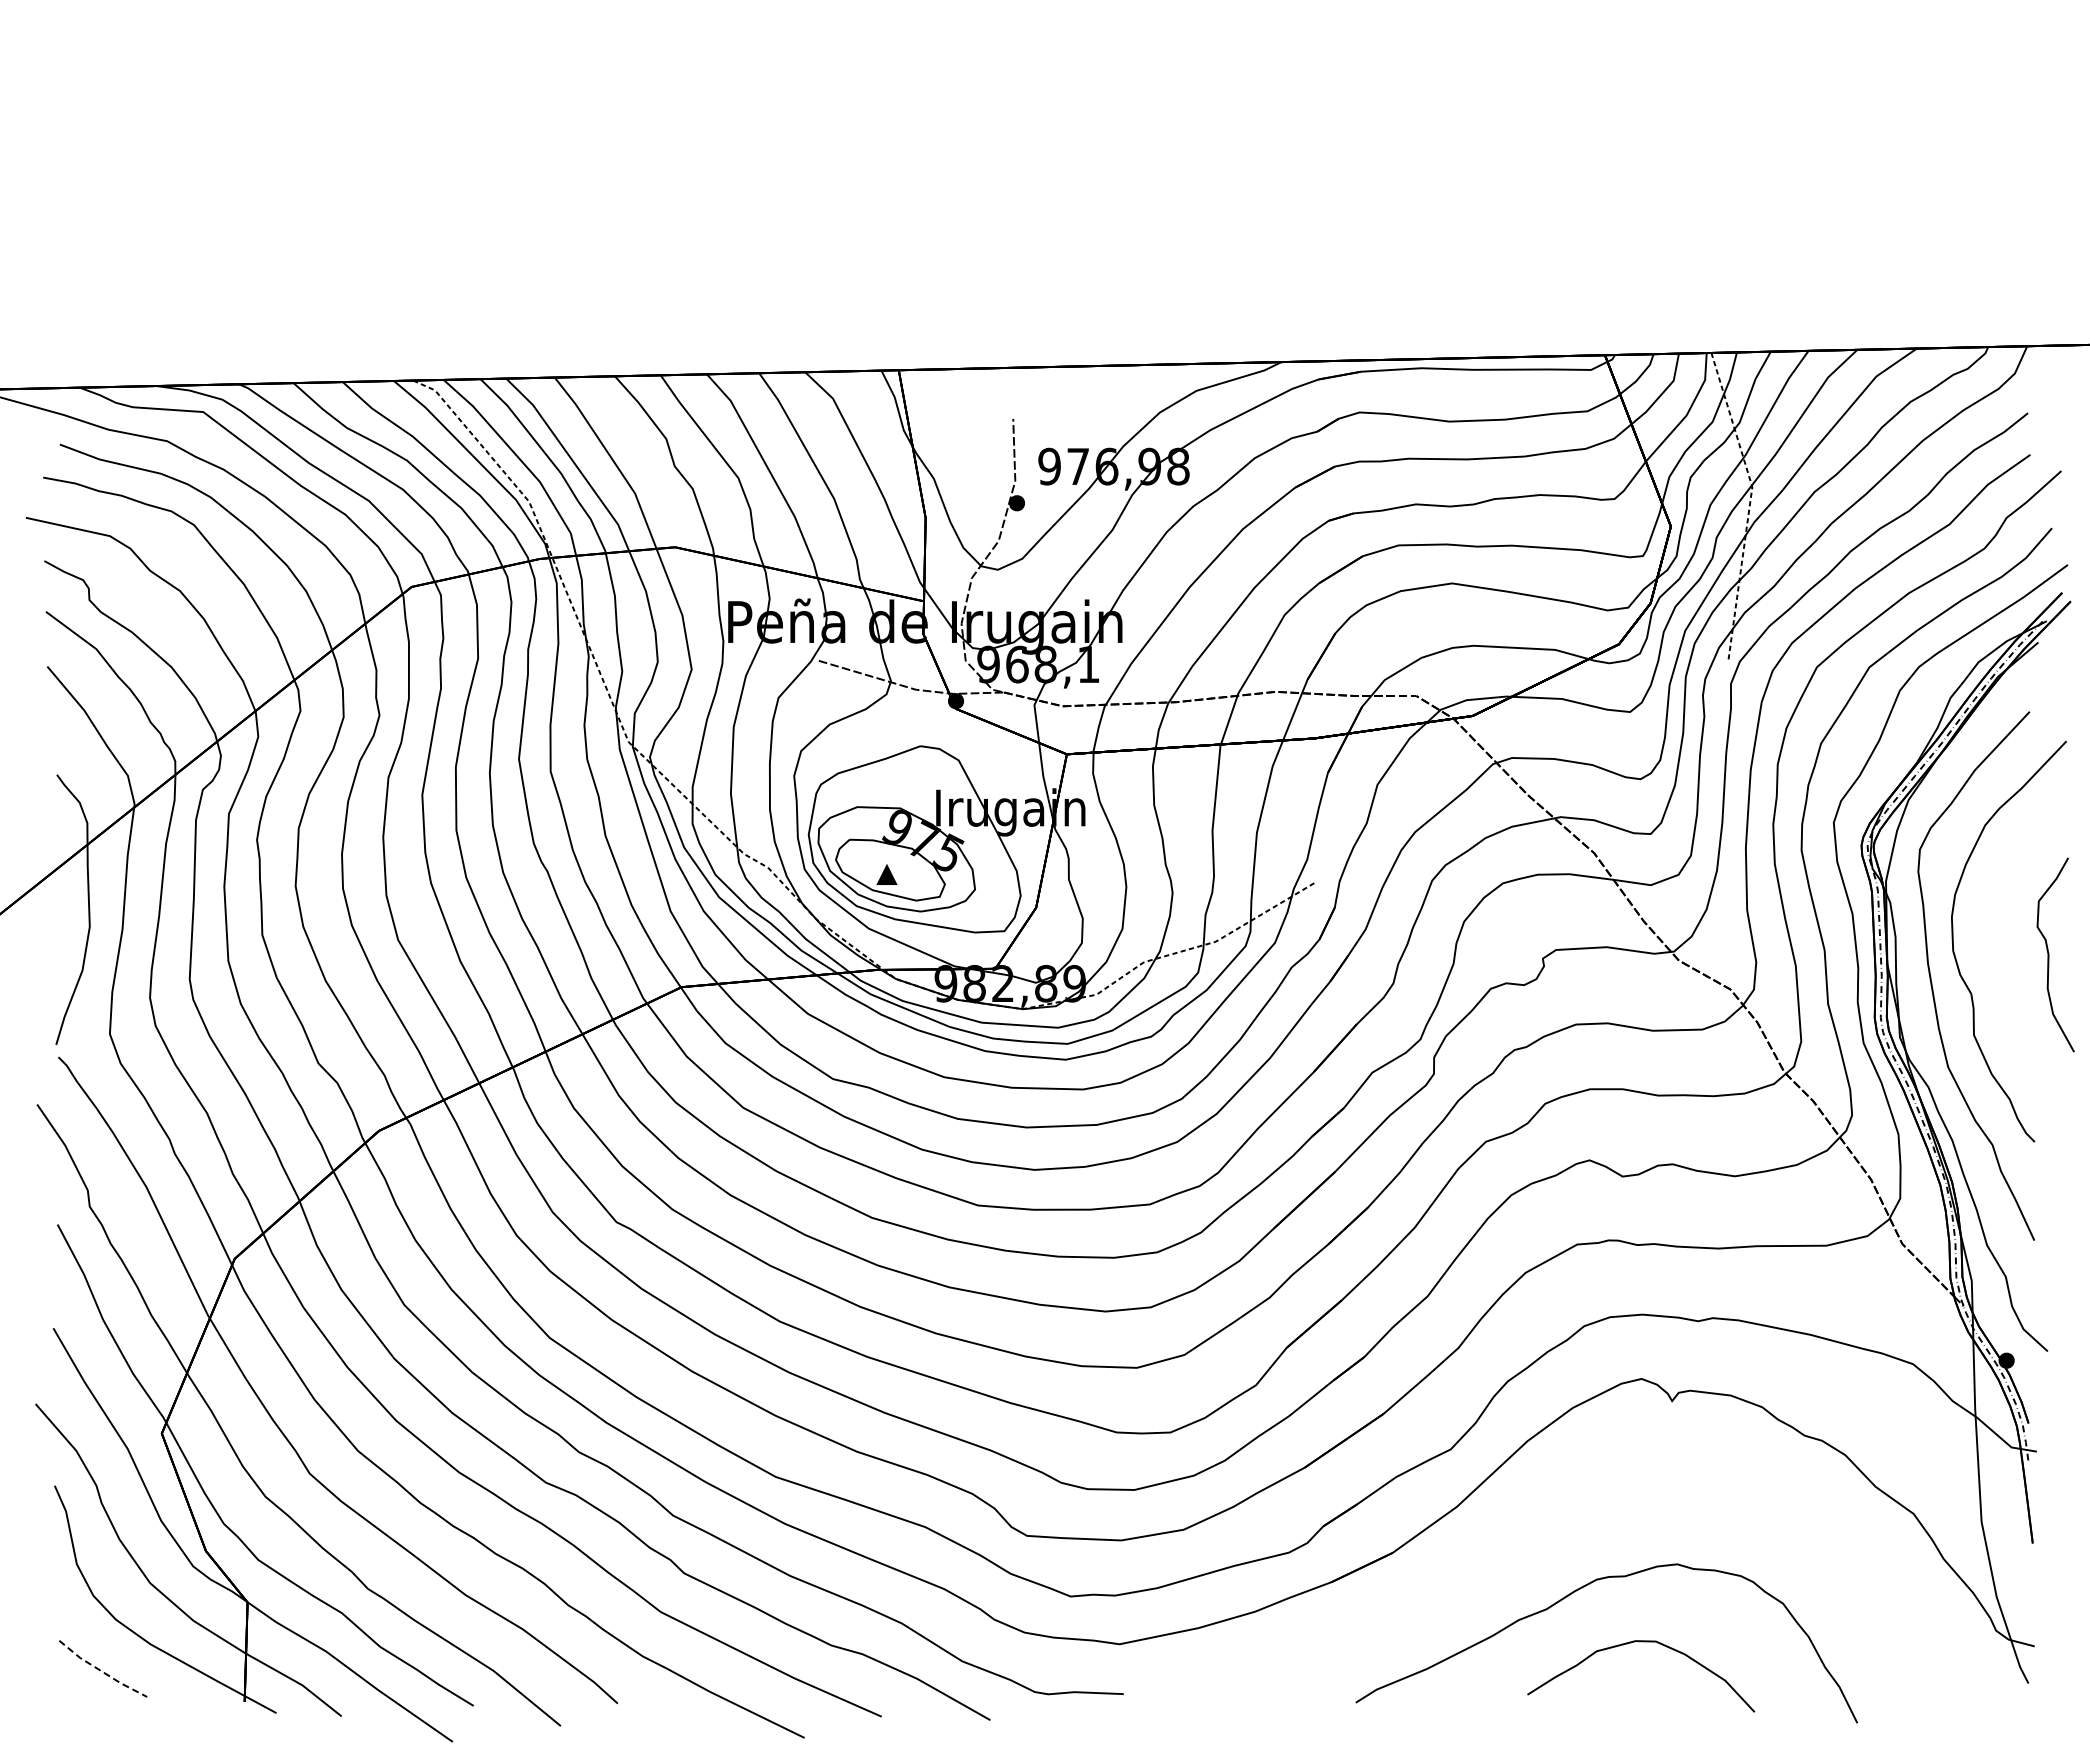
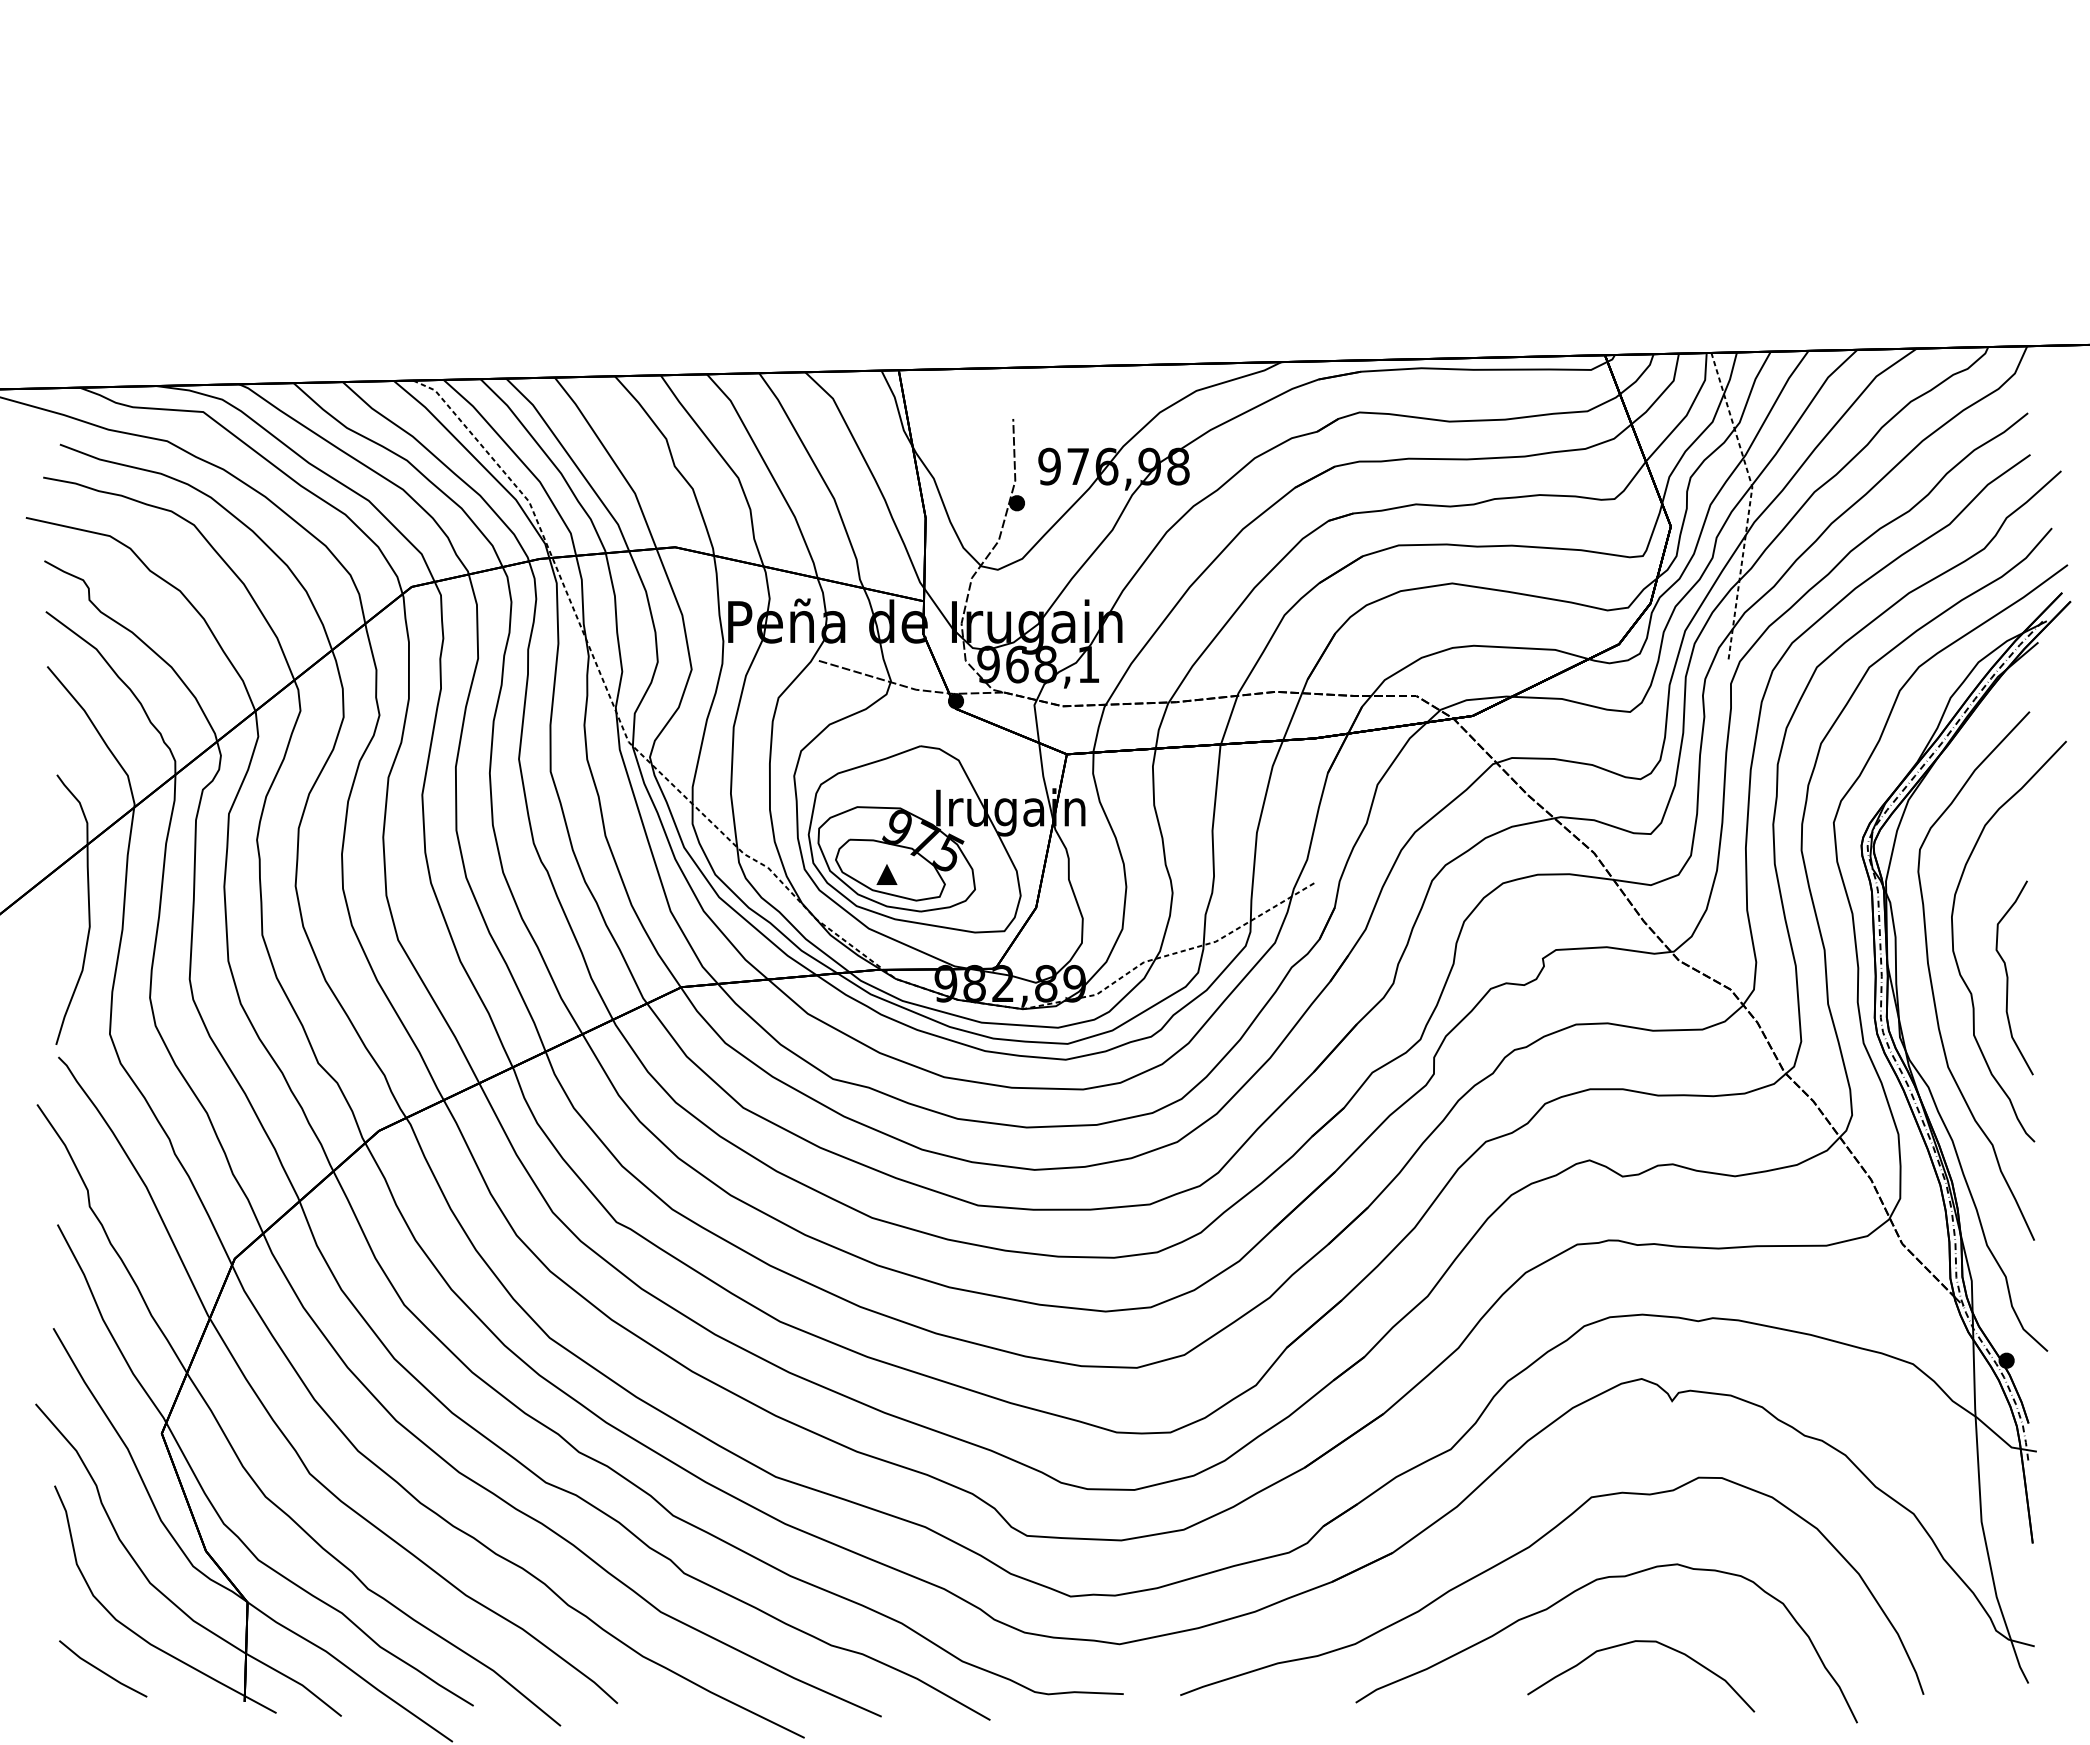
curve at (2049, 954) position: (2049, 954) -> (2008, 977)
curve at (1527, 1549): none -> present
line at (101, 1671): dashed -> solid
